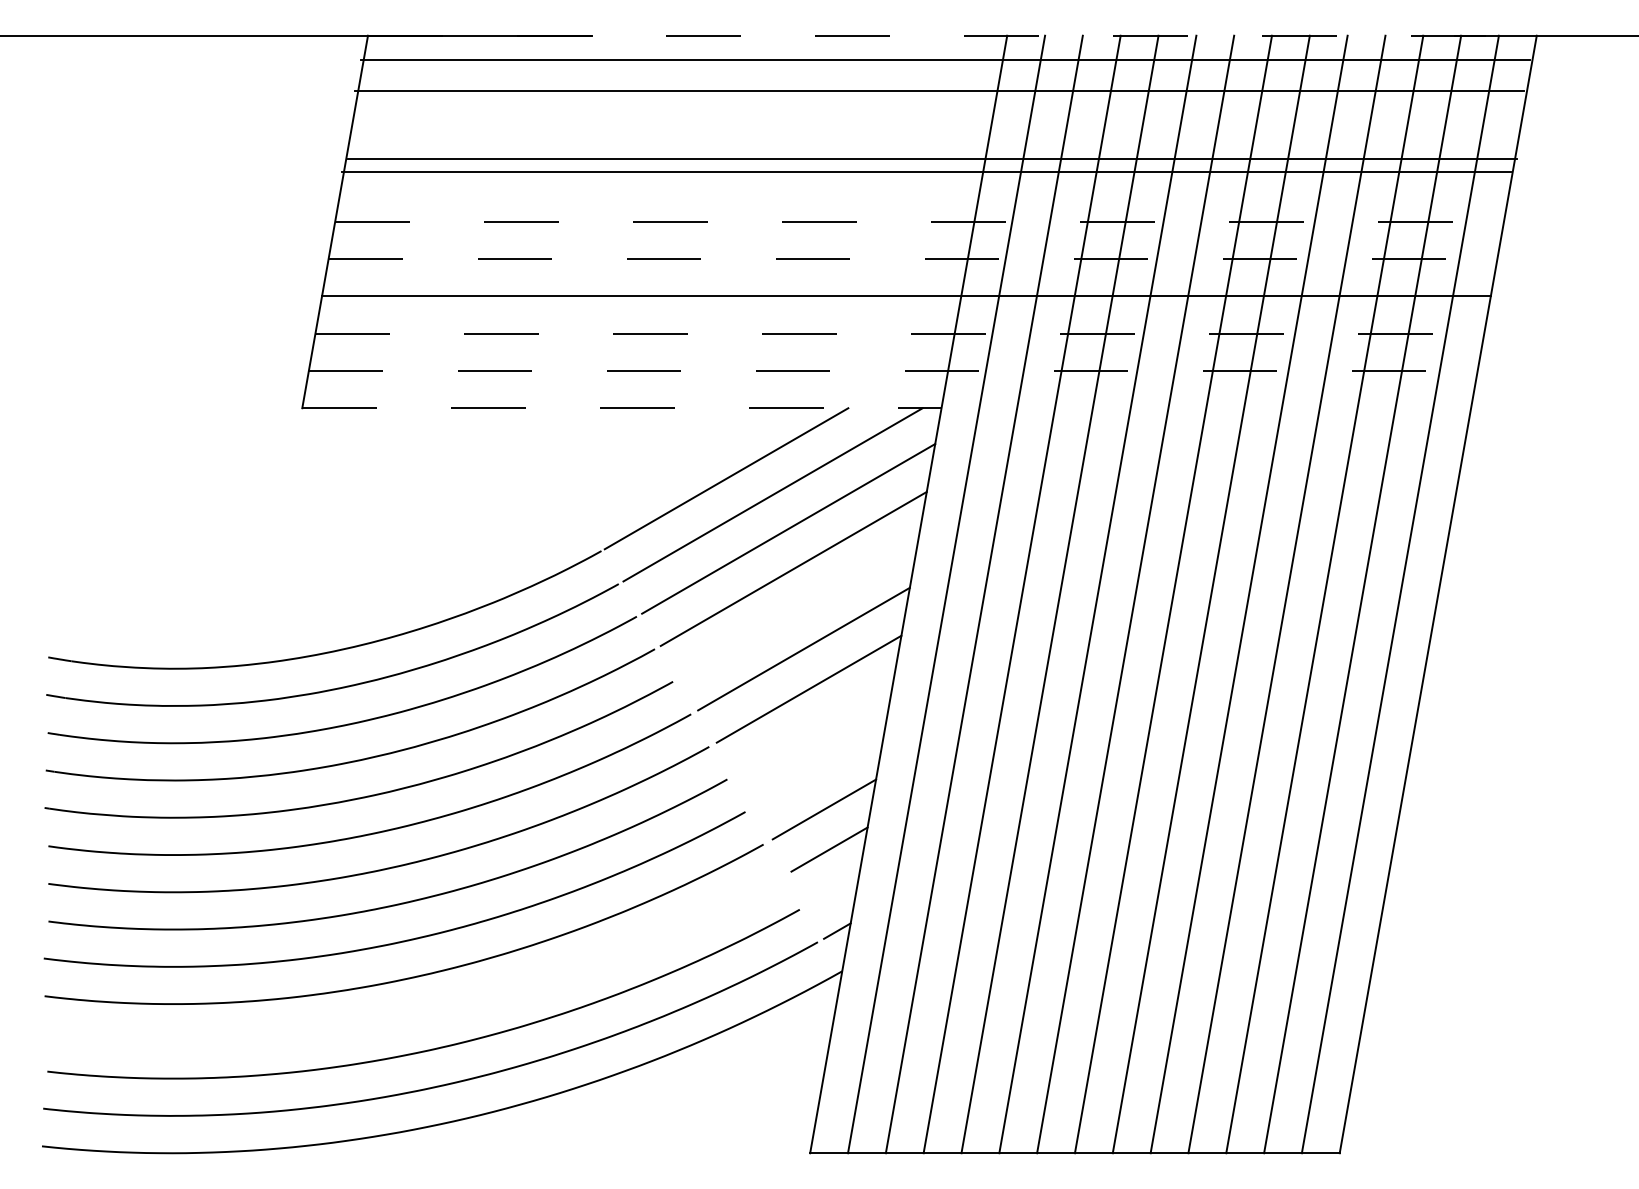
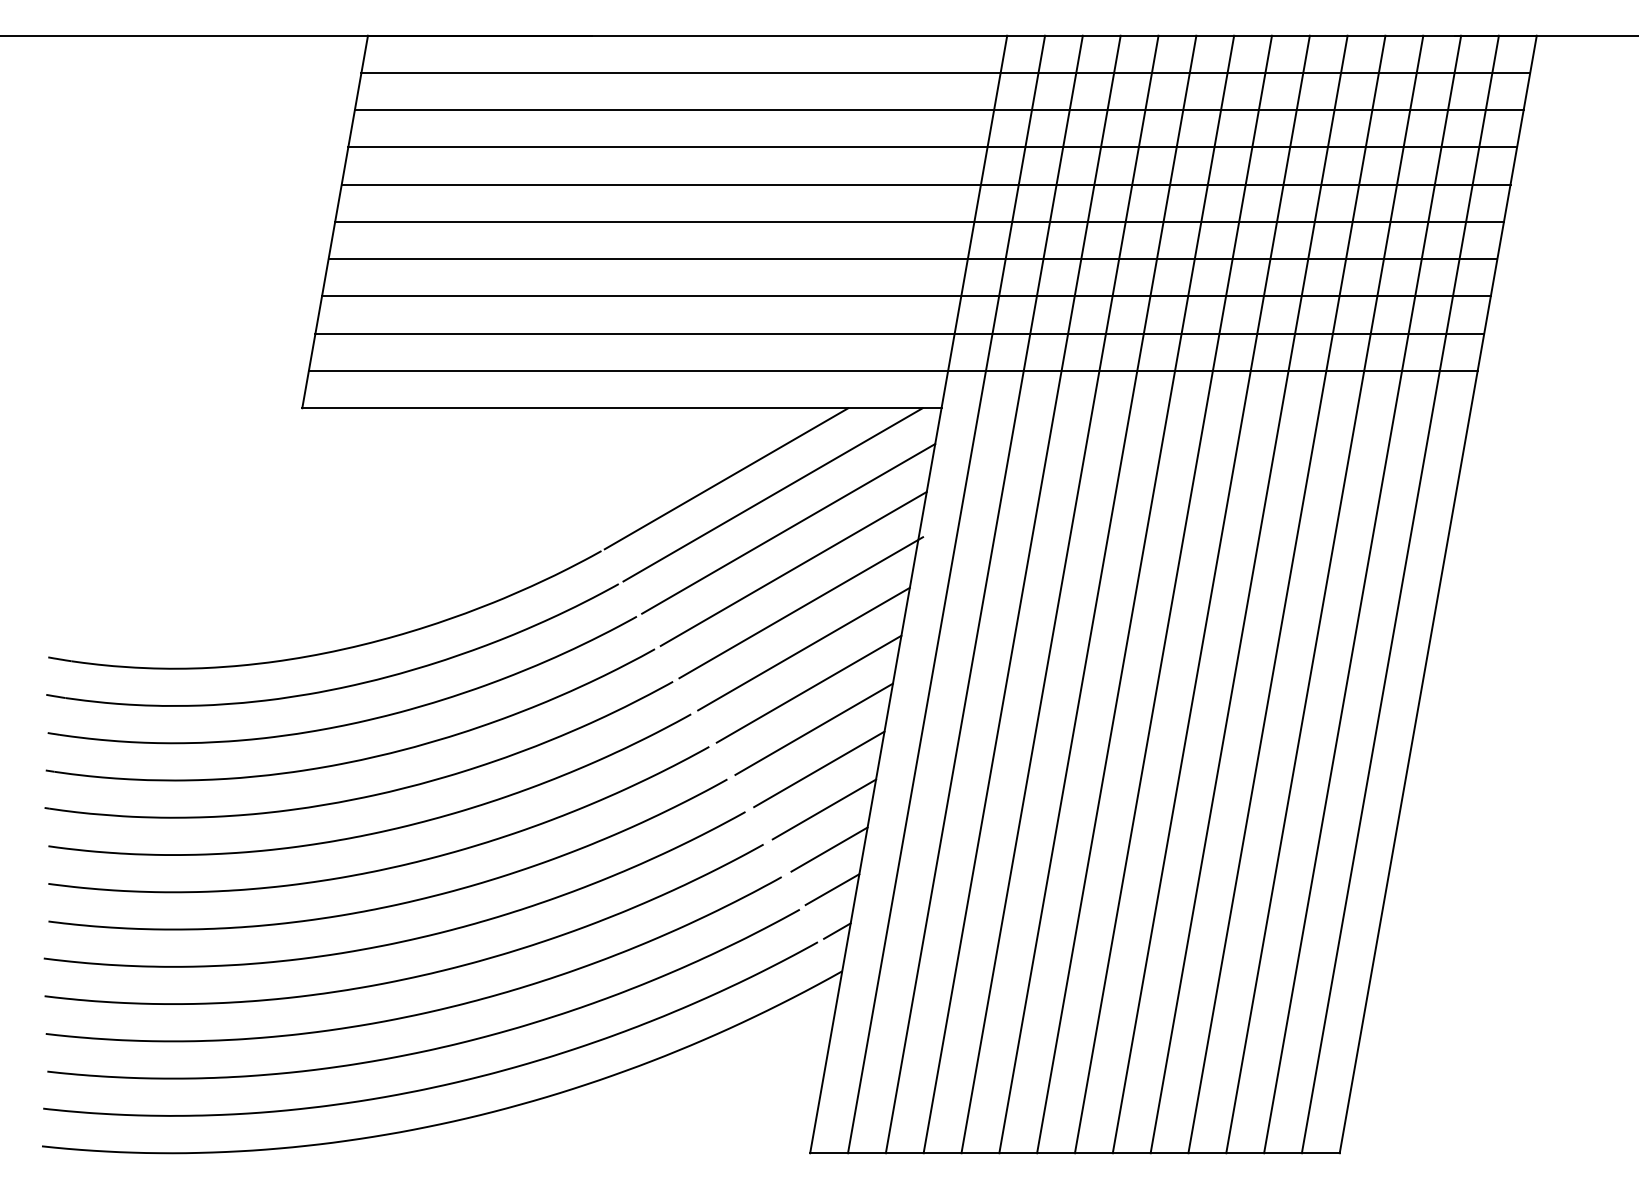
line at (952, 35): dashed -> solid
line at (945, 59) position: (945, 59) -> (945, 72)
line at (938, 91) position: (938, 91) -> (938, 110)
line at (932, 159) position: (932, 159) -> (932, 147)
line at (925, 171) position: (925, 171) -> (925, 184)
line at (920, 221): dashed -> solid
line at (913, 259): dashed -> solid
line at (900, 333): dashed -> solid
line at (893, 370): dashed -> solid
line at (621, 408): dashed -> solid
line at (801, 607): none -> present
line at (813, 728): none -> present
line at (819, 769): none -> present
line at (832, 889): none -> present
curve at (426, 1011): none -> present
